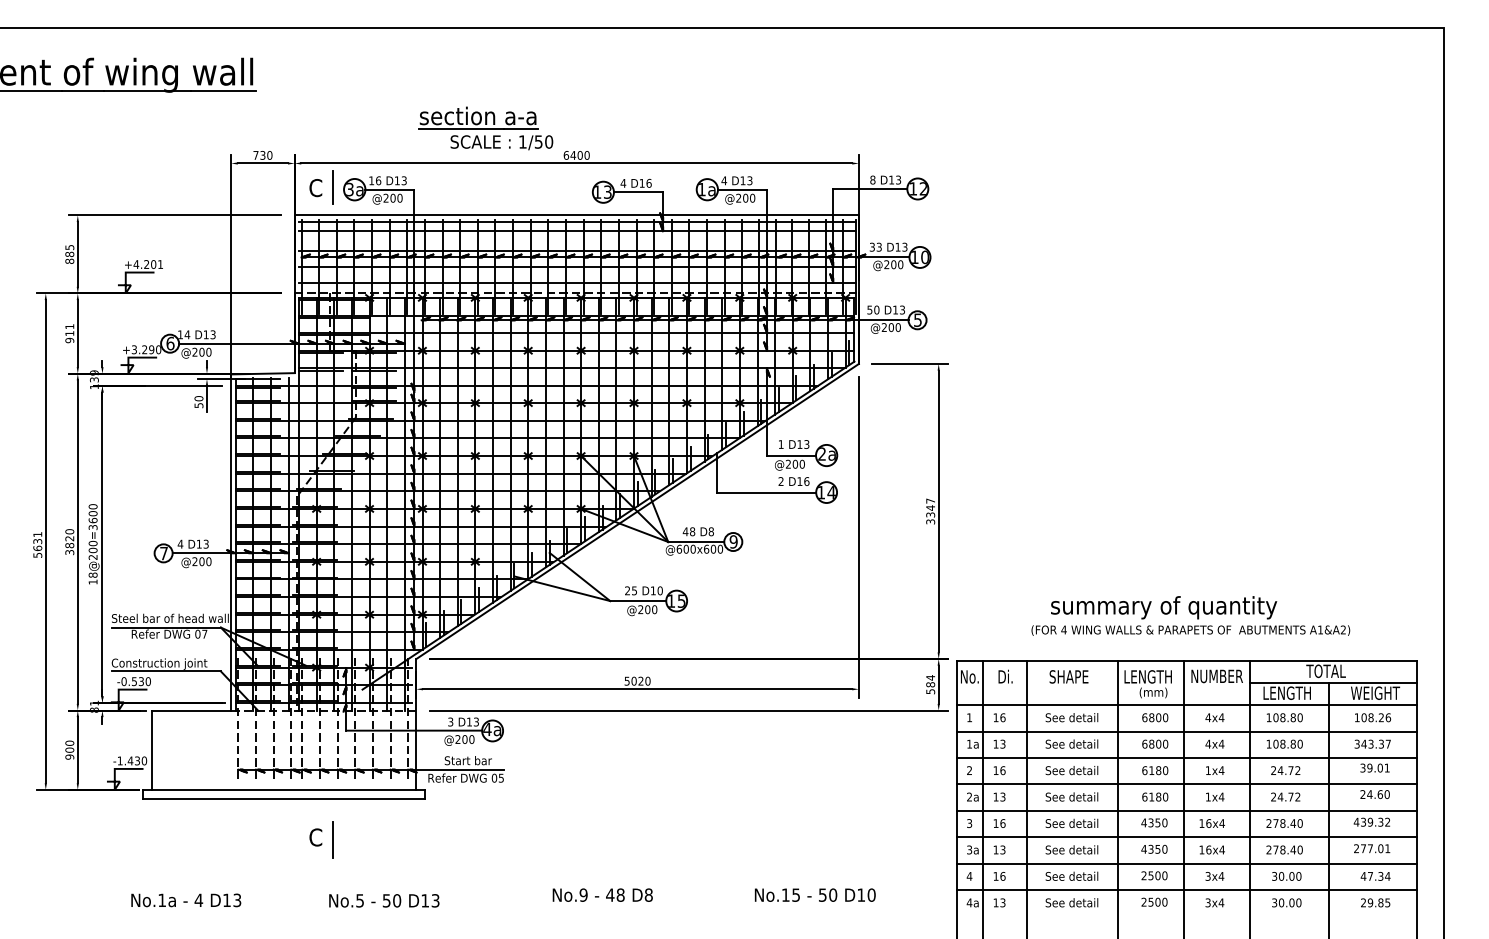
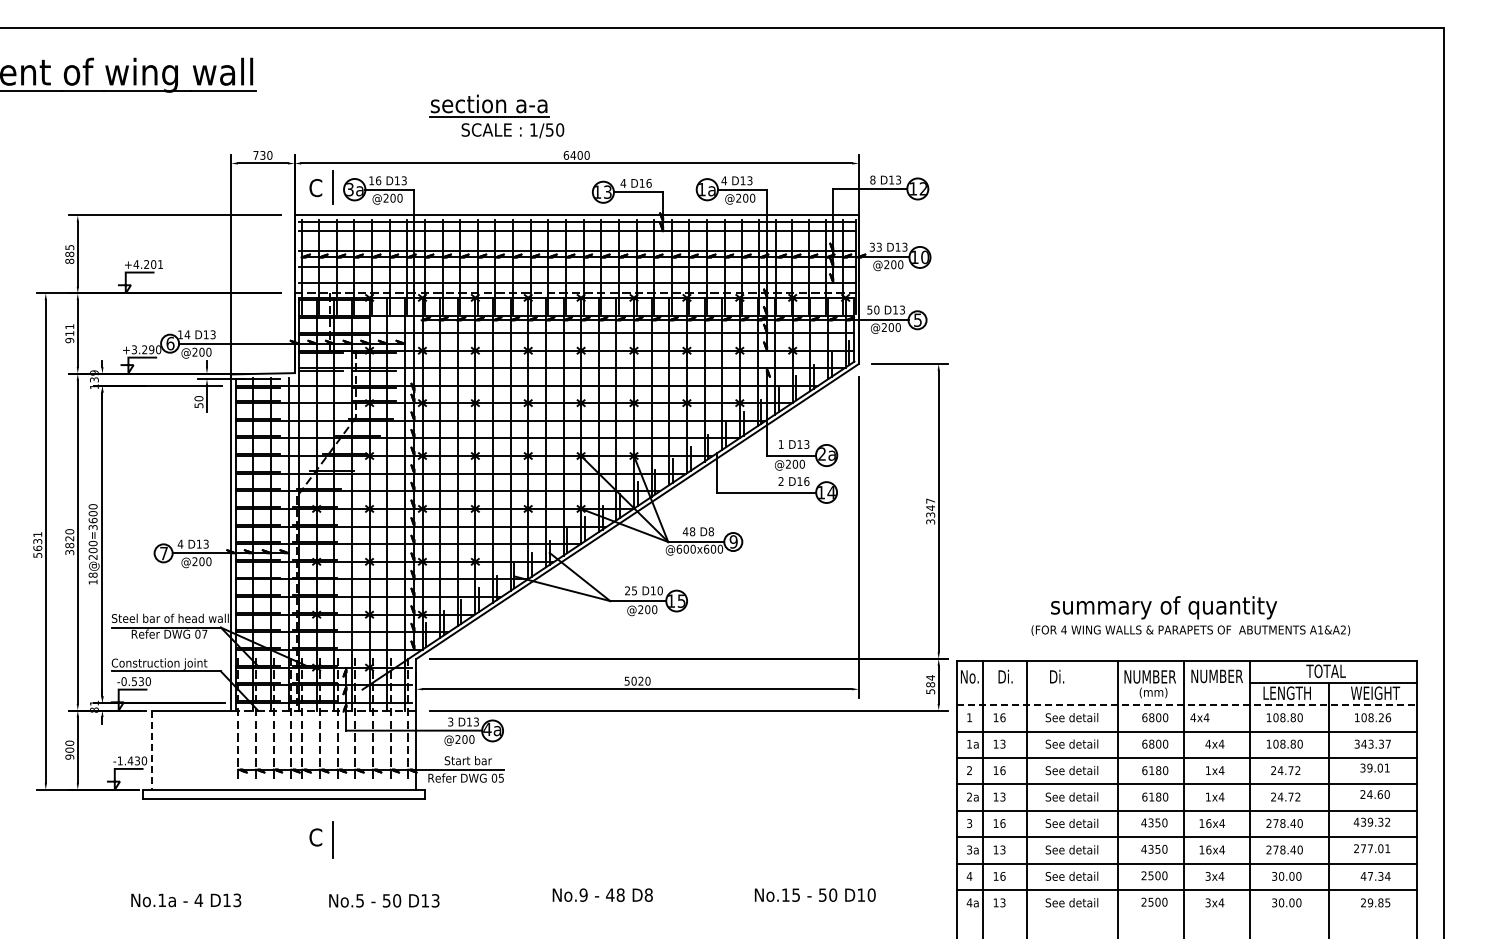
part at (485, 128) position: (485, 128) -> (496, 116)
text at (1068, 676): SHAPE -> Di.
text at (1150, 676): LENGTH -> NUMBER
line at (1187, 705): solid -> dashed
text at (1214, 717) position: (1214, 717) -> (1199, 717)
line at (151, 750): solid -> dashed
